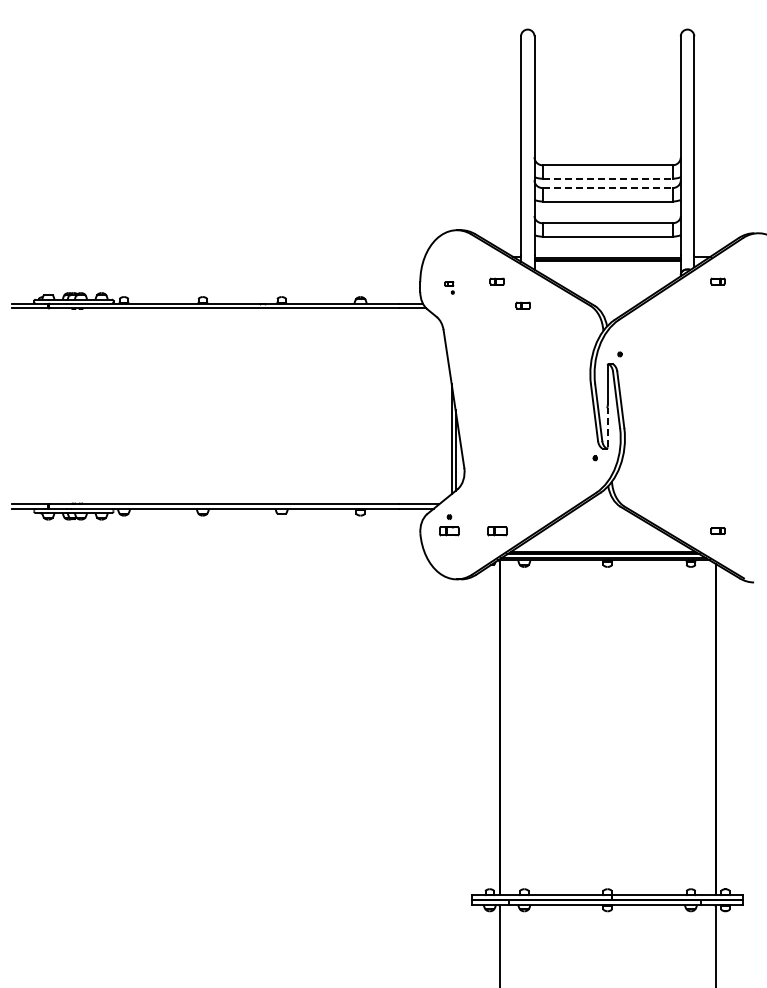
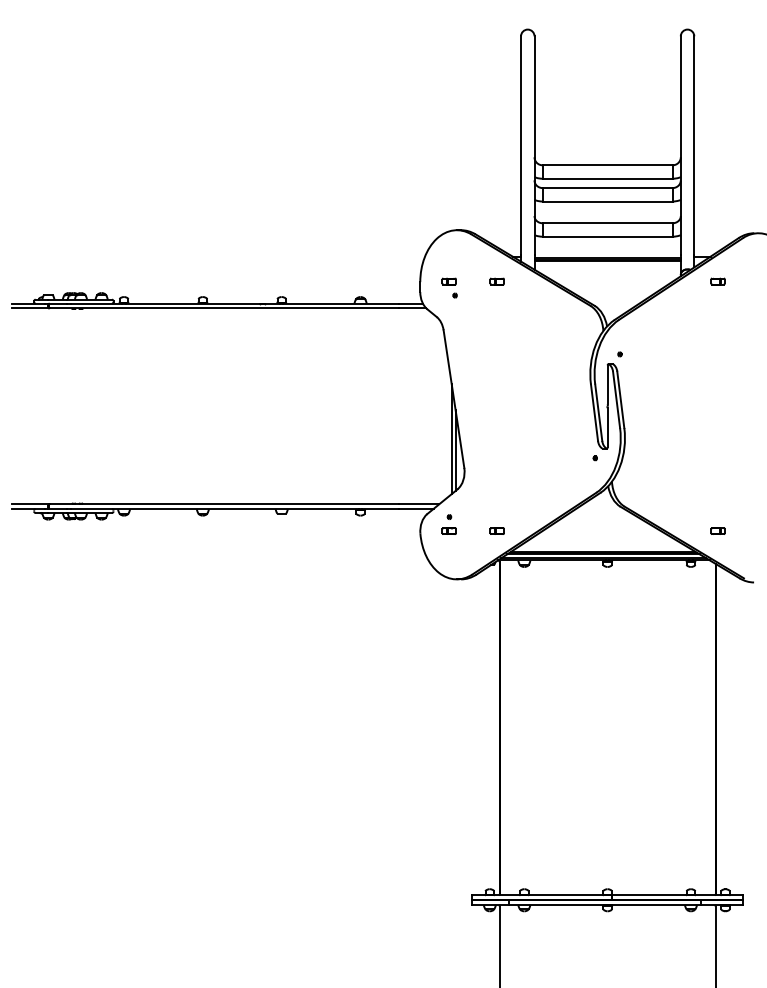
line at (607, 178): dashed -> solid
line at (607, 188): dashed -> solid
part at (449, 287) size: 11x14 px -> 17x22 px
part at (522, 305): present -> none
line at (607, 427): dashed -> solid
part at (449, 531) size: 21x11 px -> 16x8 px
part at (497, 531) size: 21x11 px -> 16x8 px
